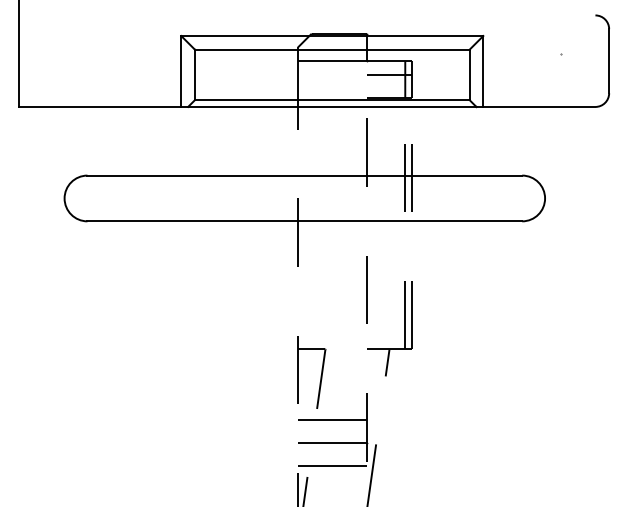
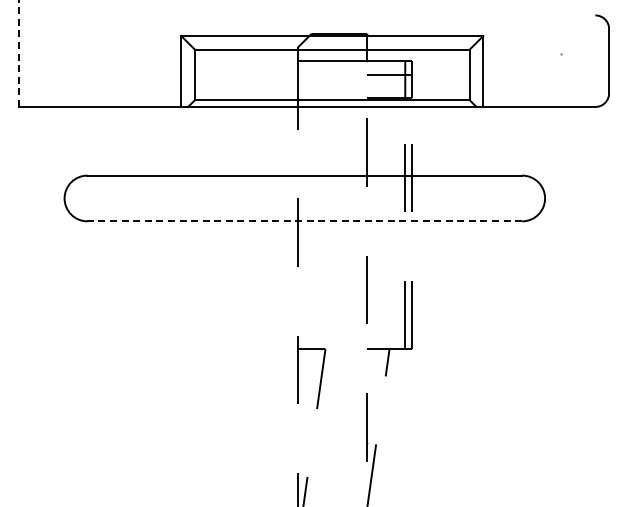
line at (18, 53): solid -> dashed
line at (304, 221): solid -> dashed
line at (331, 420): present -> none
line at (331, 443): present -> none
line at (331, 466): present -> none
